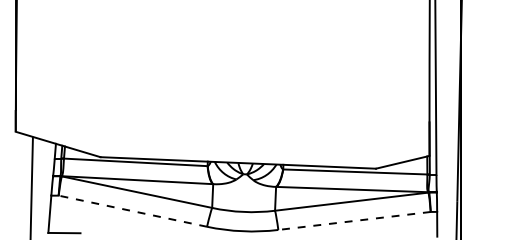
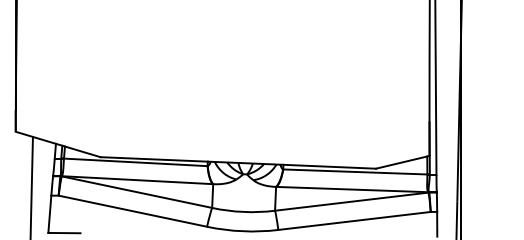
line at (132, 211): dashed -> solid
line at (354, 220): dashed -> solid
